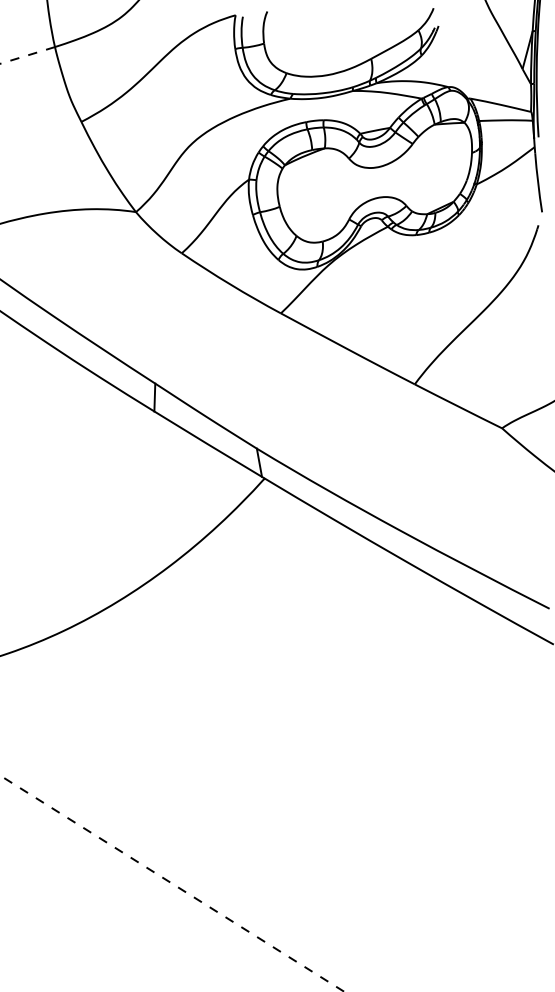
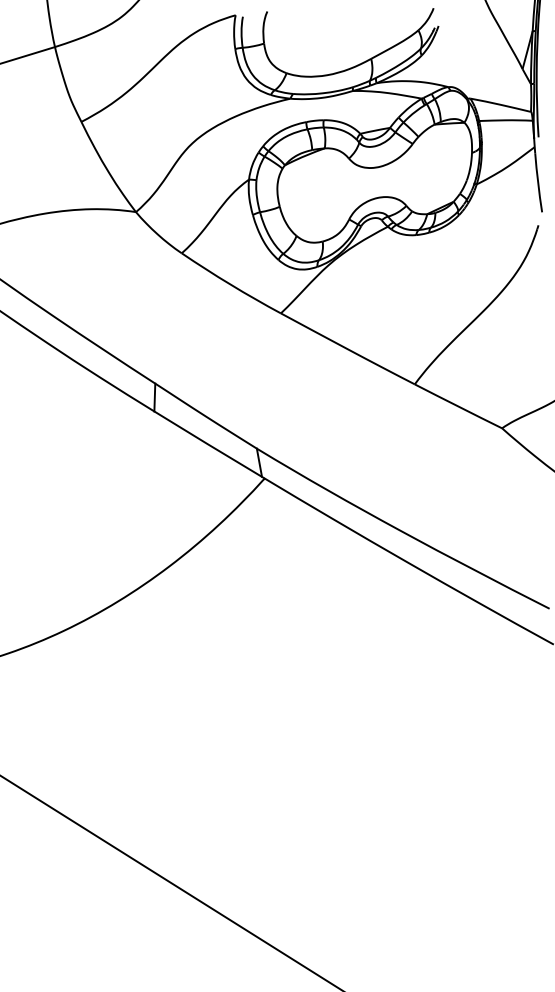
line at (27, 55): dashed -> solid
line at (172, 883): dashed -> solid
